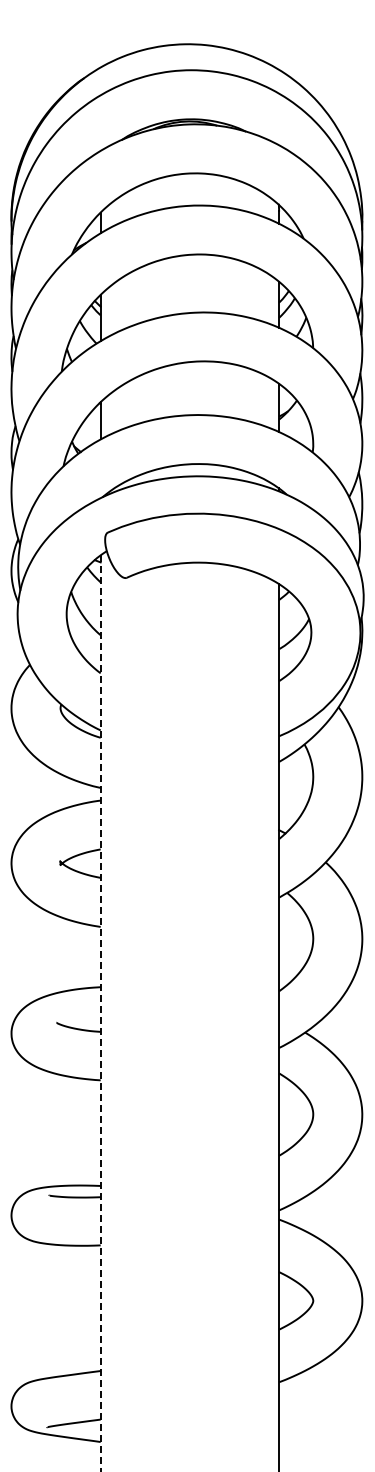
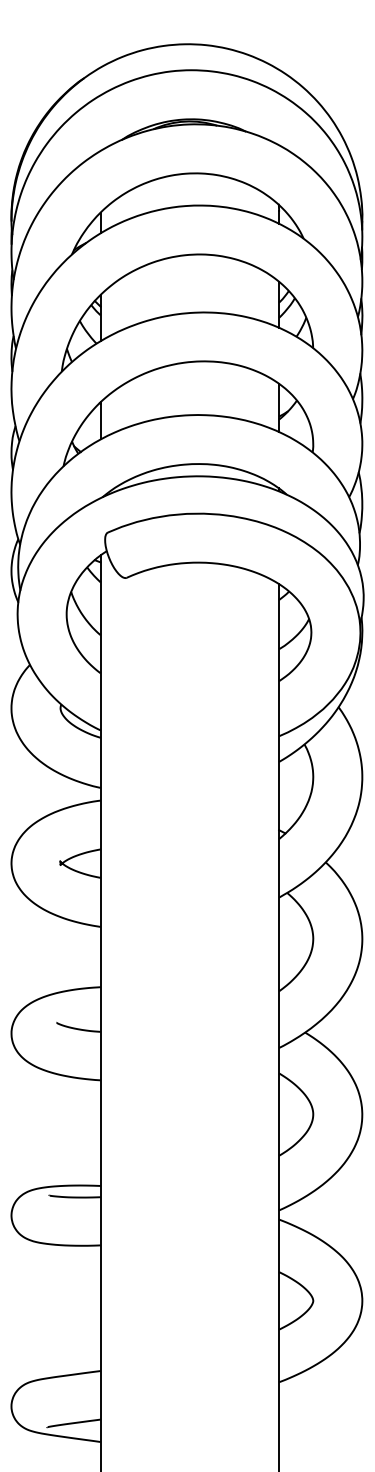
line at (100, 1014): dashed -> solid
